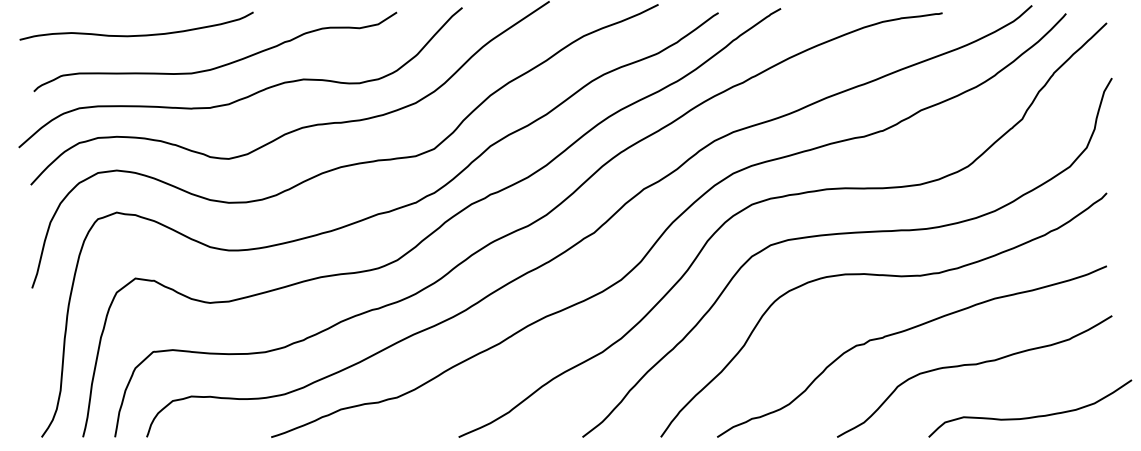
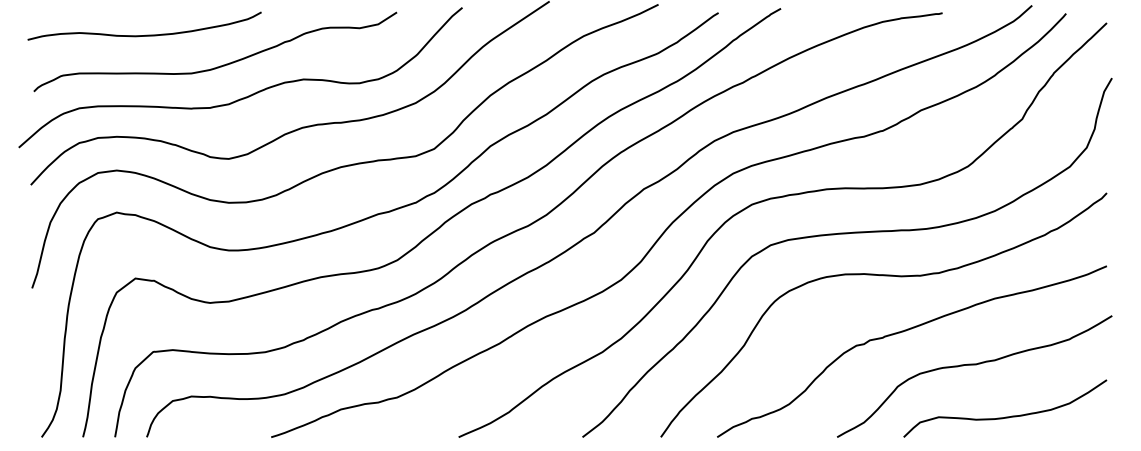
curve at (138, 34) position: (138, 34) -> (146, 34)
curve at (1030, 416) position: (1030, 416) -> (1005, 416)
